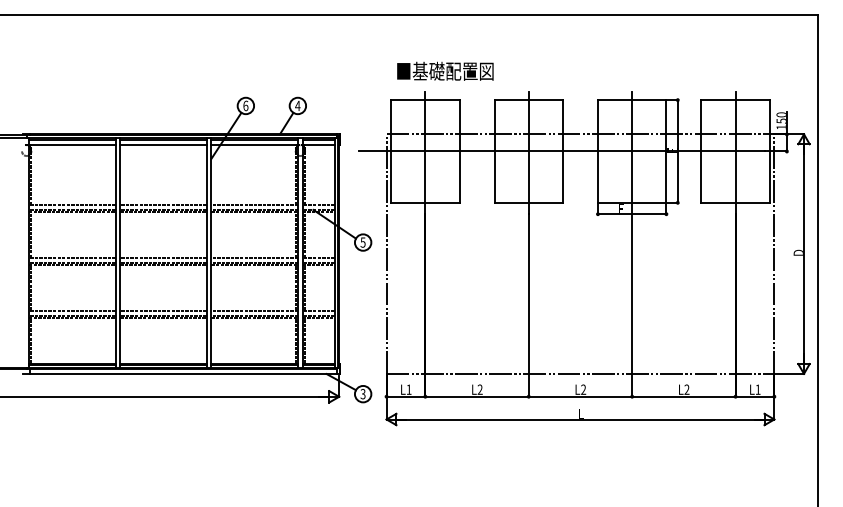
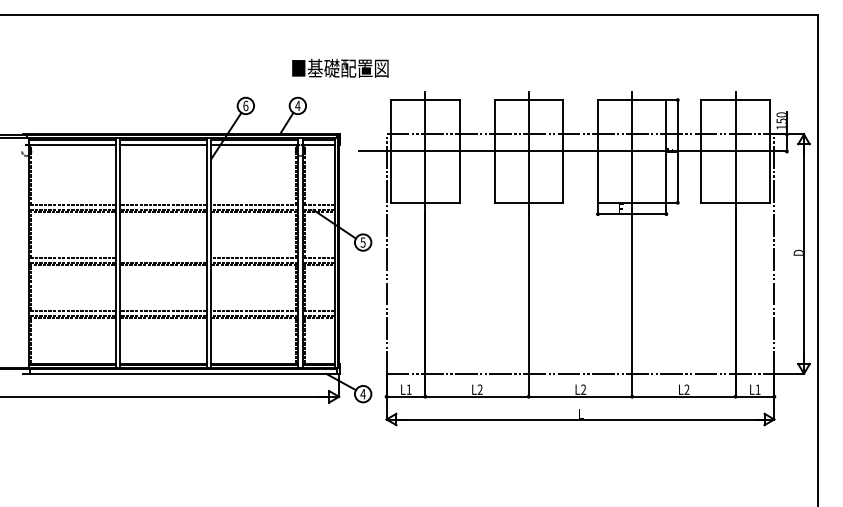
text at (445, 70) position: (445, 70) -> (340, 67)
line at (163, 258): present -> none
text at (362, 394): 3 -> 4
